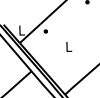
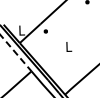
line at (16, 53): solid -> dashed
